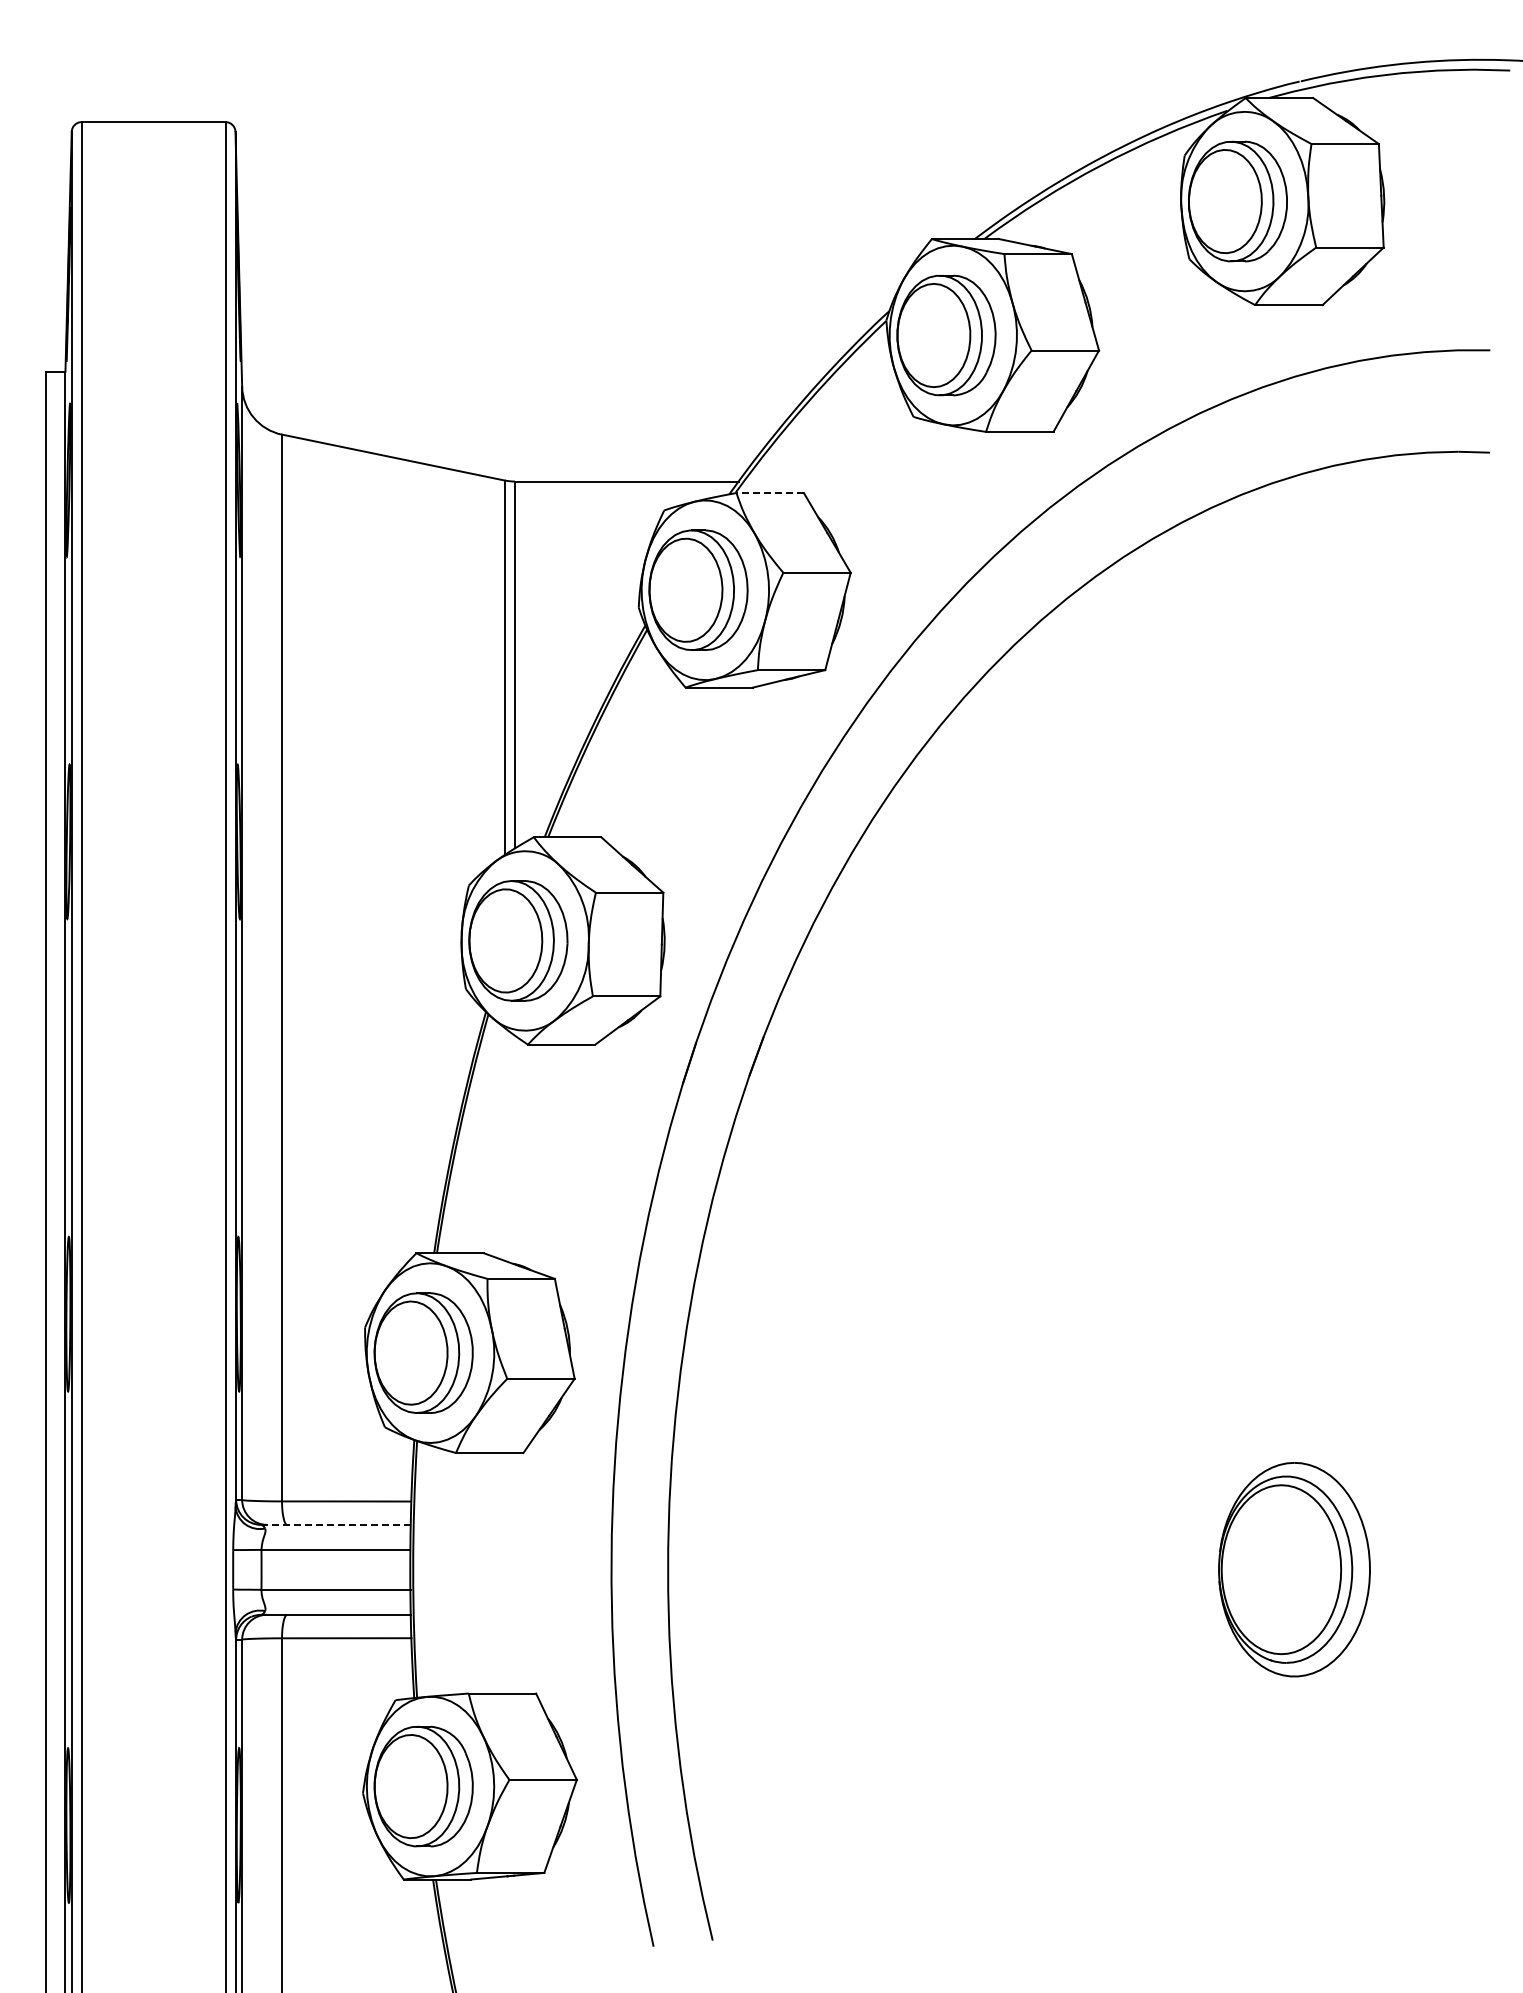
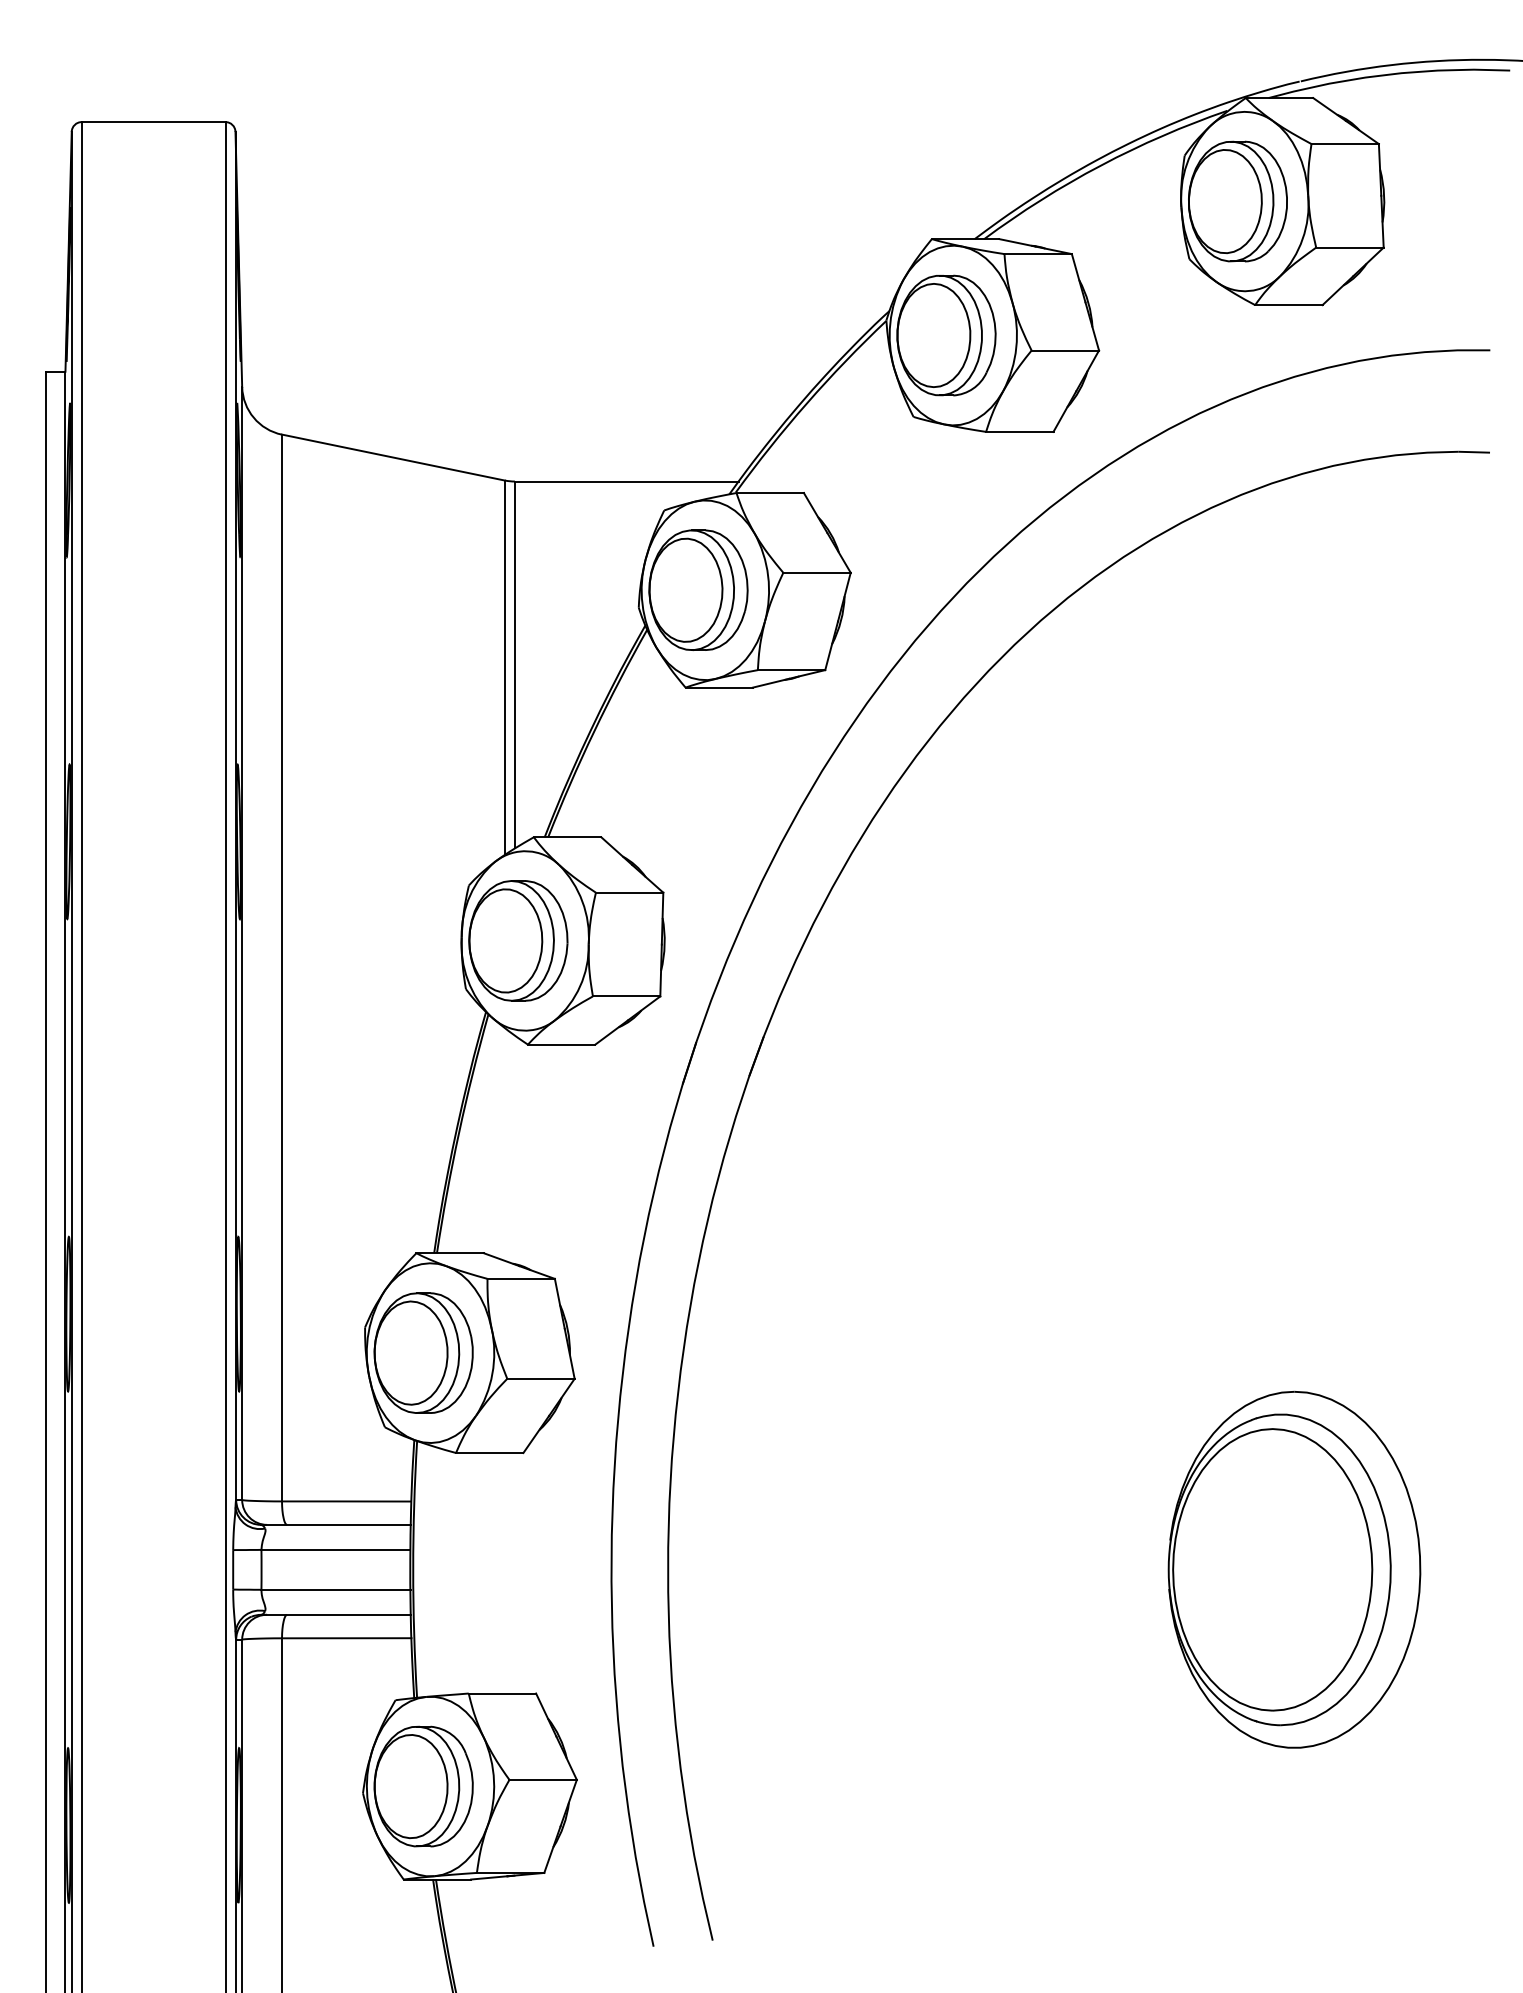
line at (770, 493): dashed -> solid
line at (335, 1524): dashed -> solid
part at (1294, 1569) size: 153x216 px -> 255x359 px
